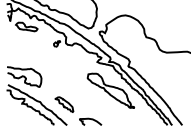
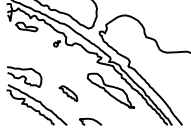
part at (64, 104) position: (64, 104) -> (68, 93)
